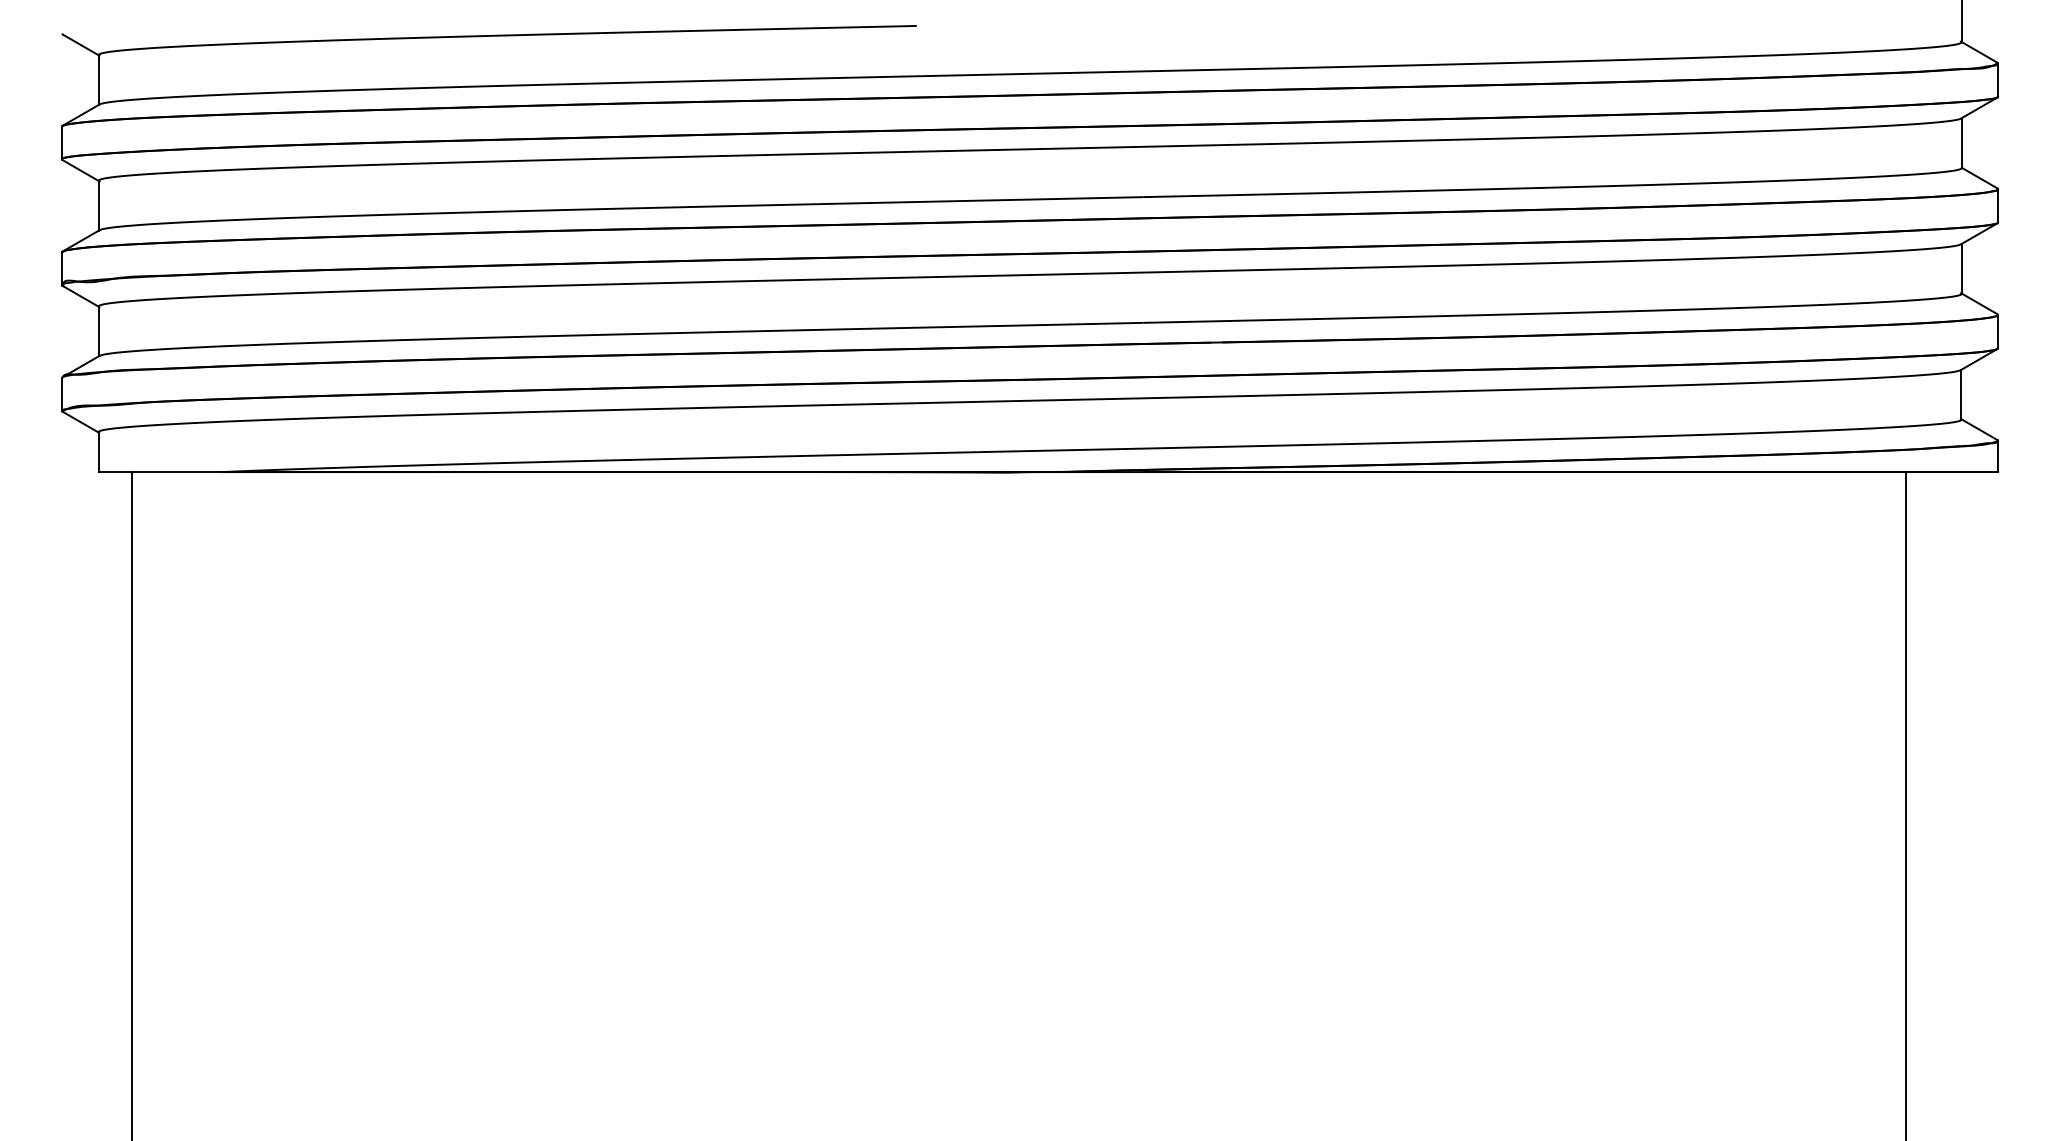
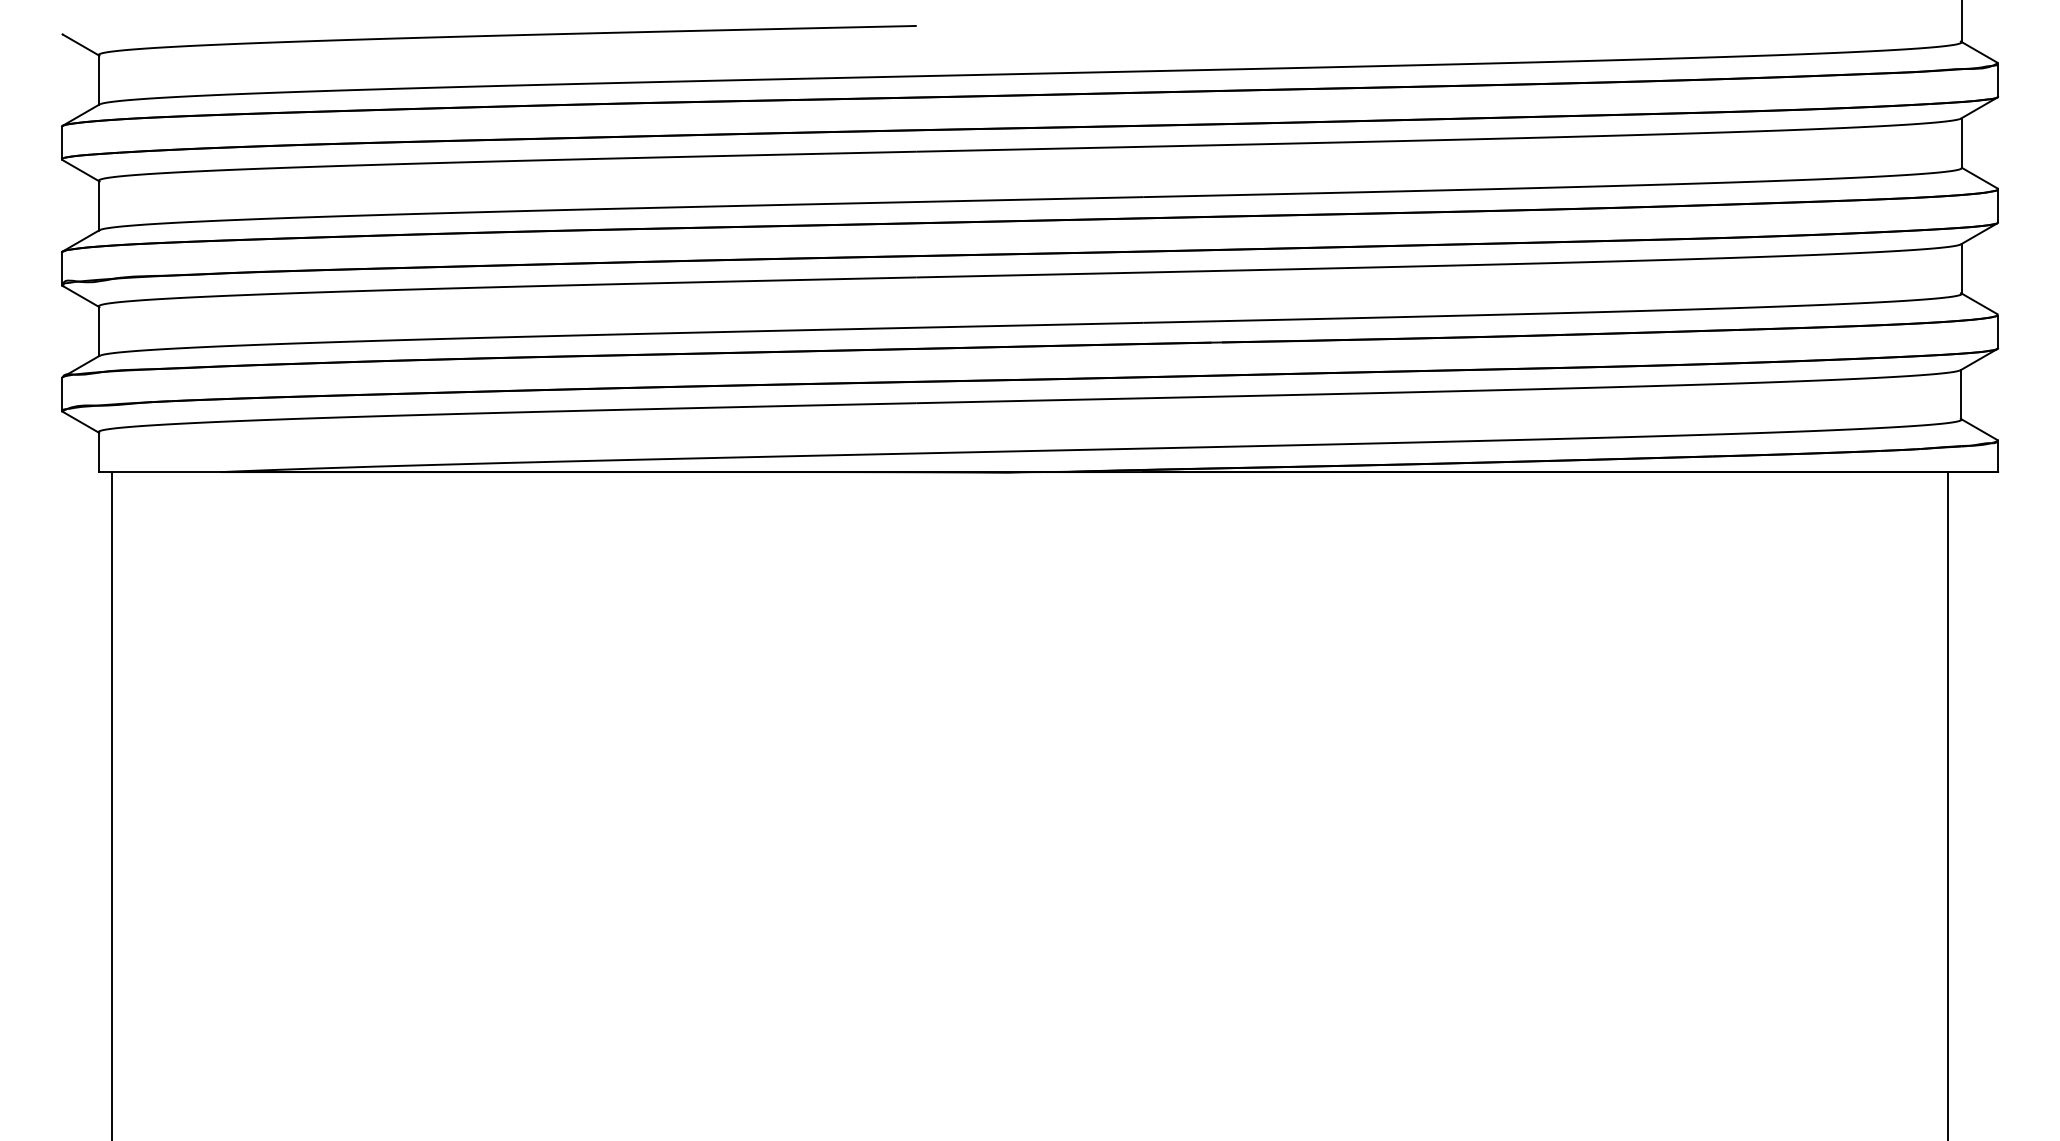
line at (132, 804) position: (132, 804) -> (112, 804)
line at (1905, 804) position: (1905, 804) -> (1947, 804)
